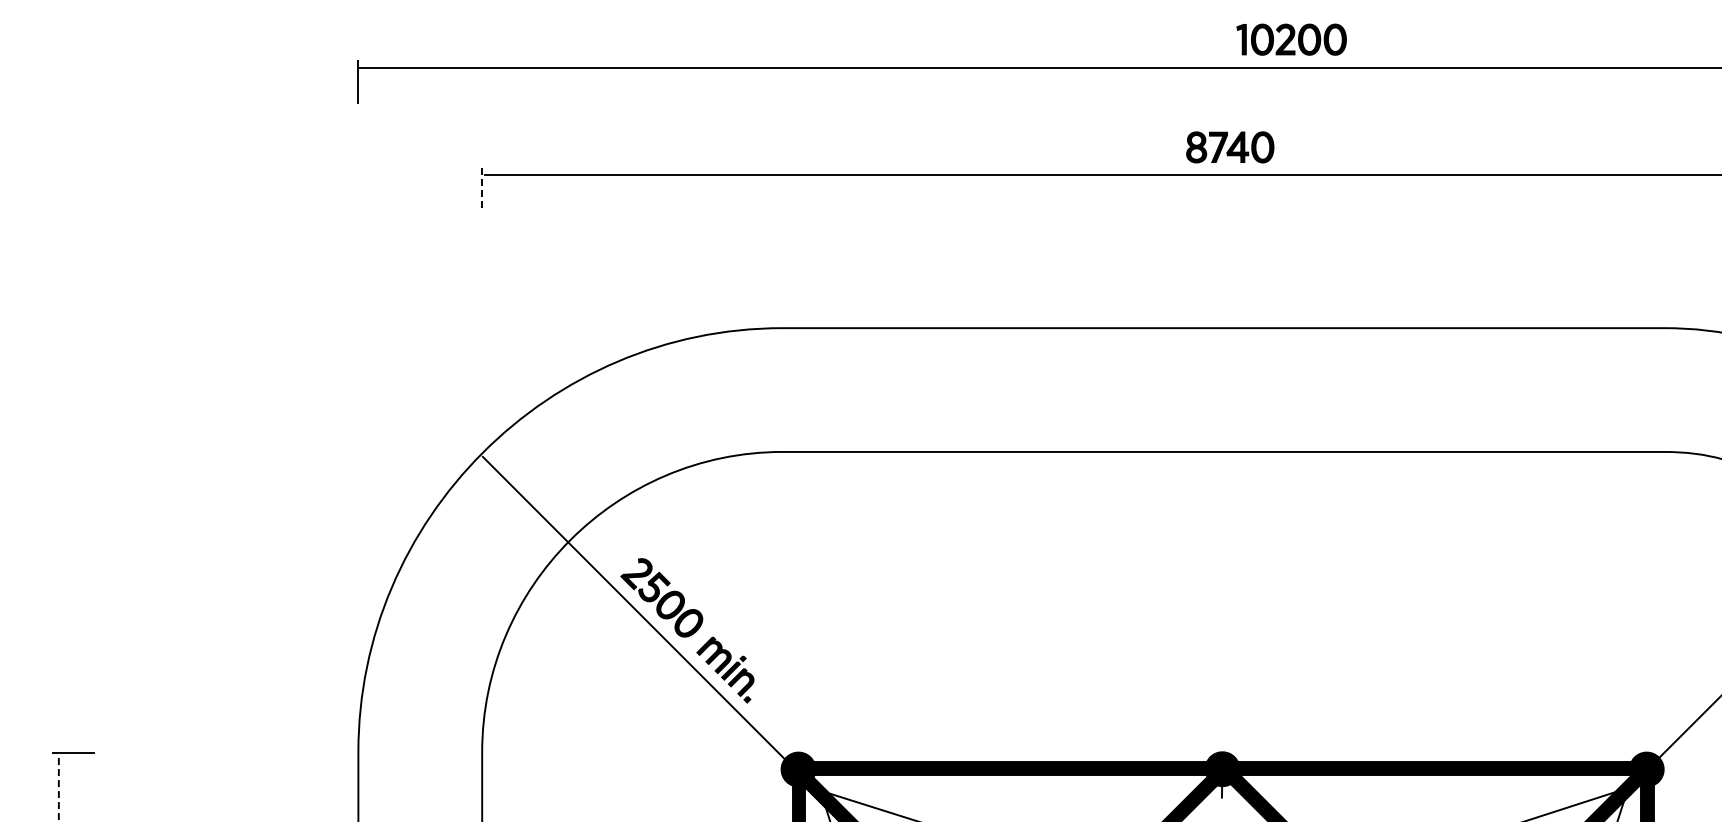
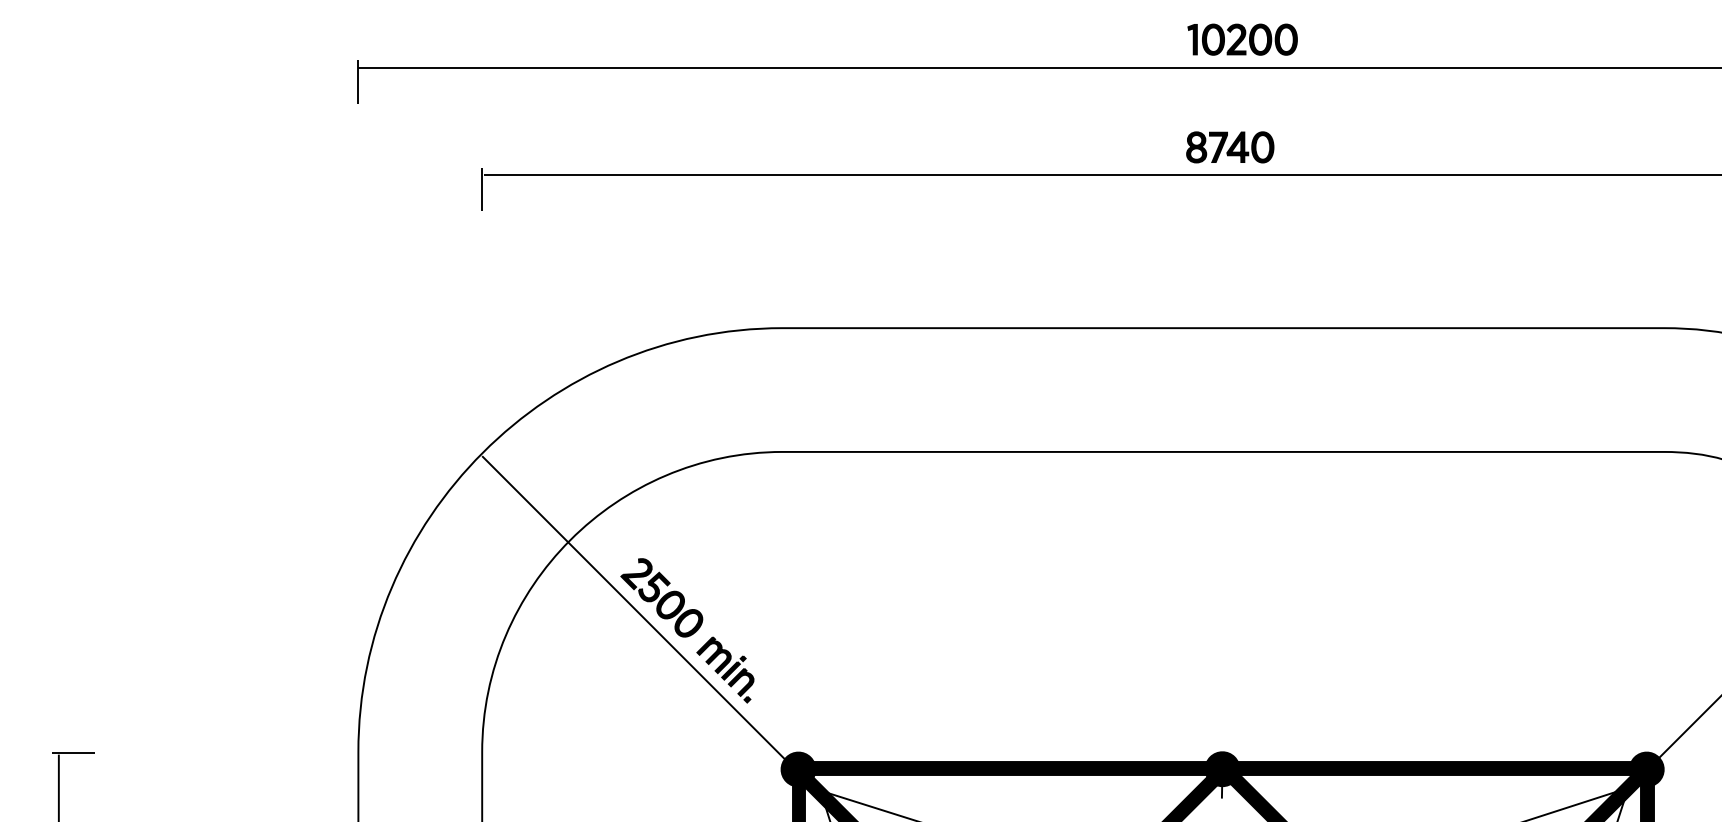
part at (1291, 39) position: (1291, 39) -> (1242, 39)
line at (482, 189): dashed -> solid
line at (58, 787): dashed -> solid
